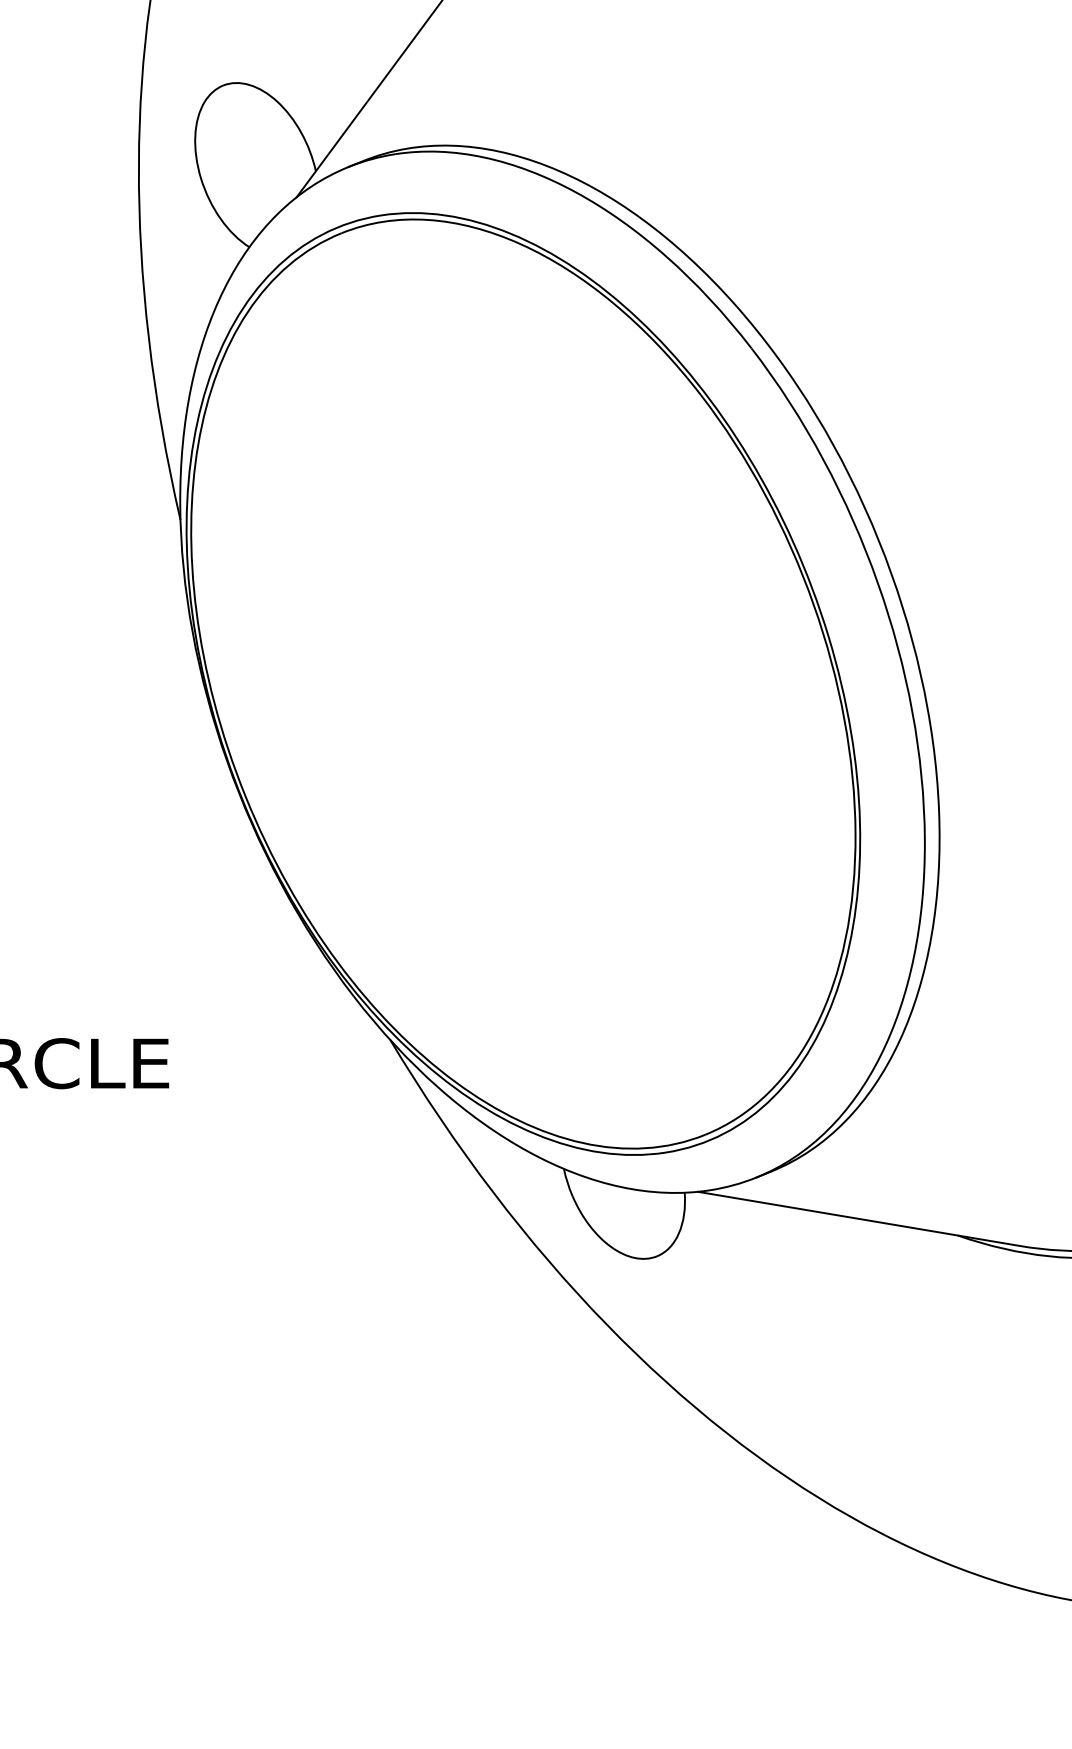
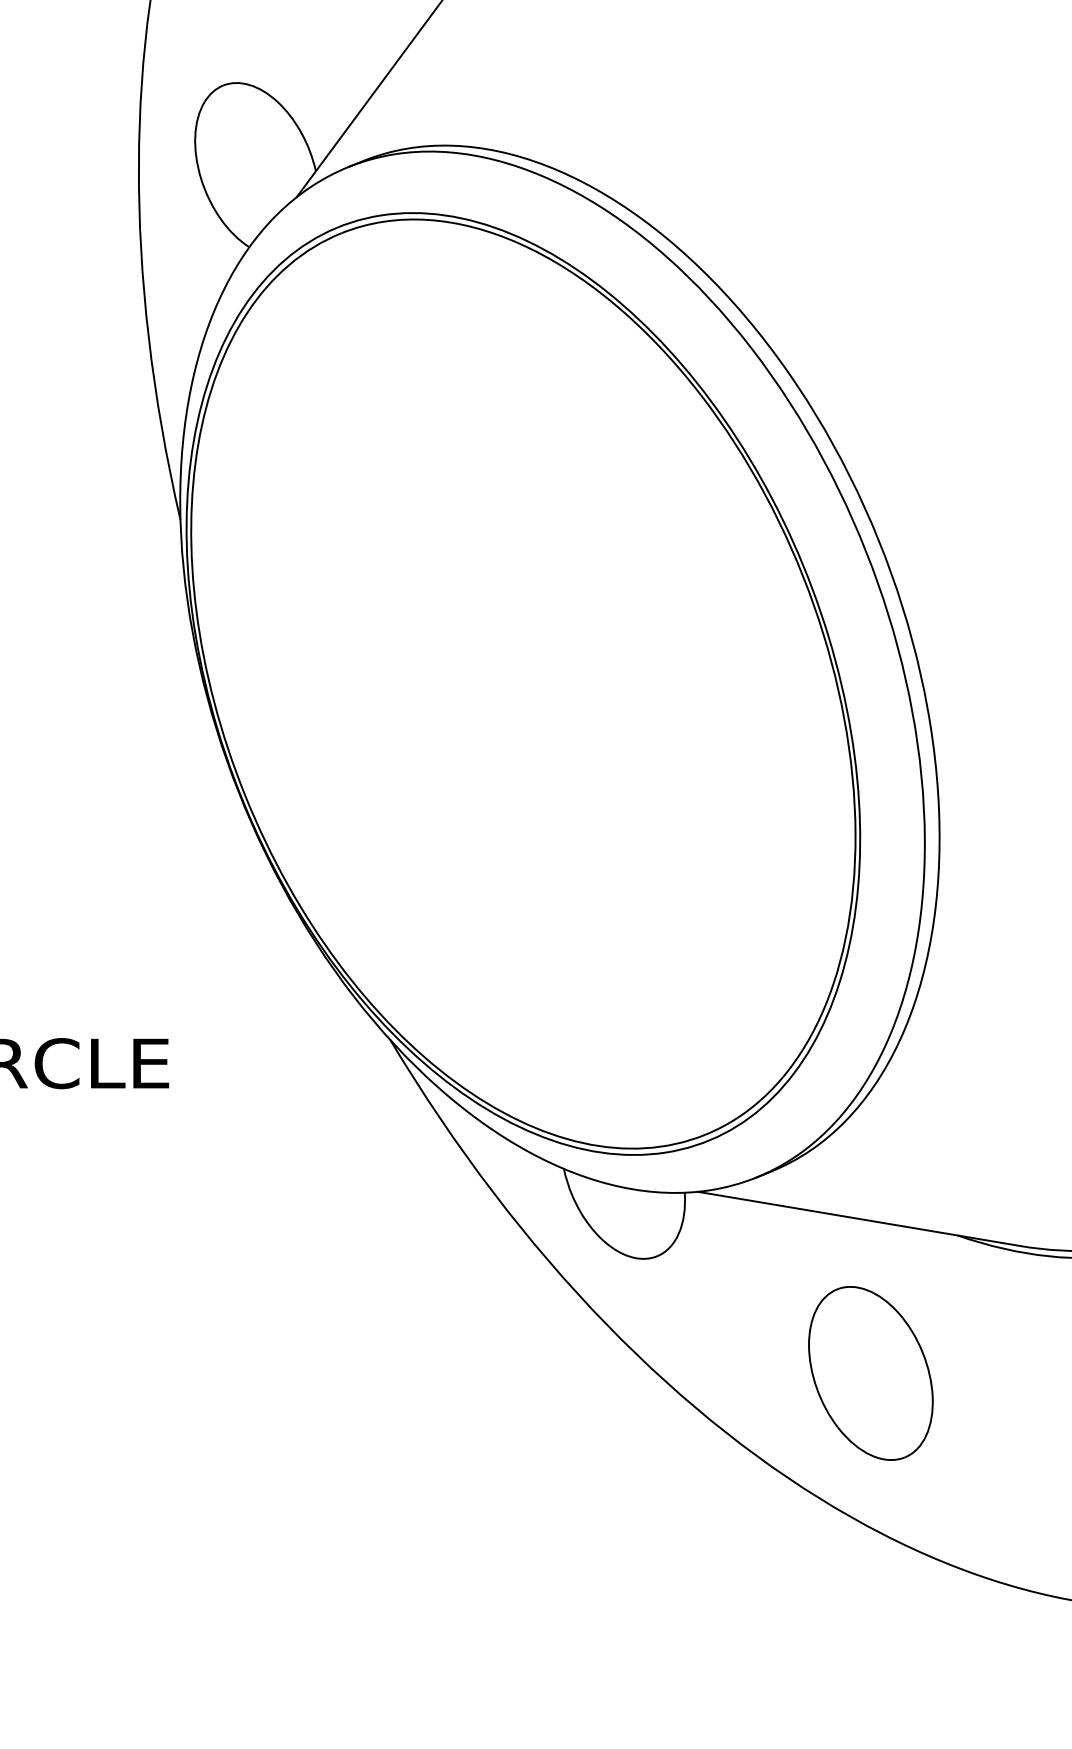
part at (870, 1373): none -> present
